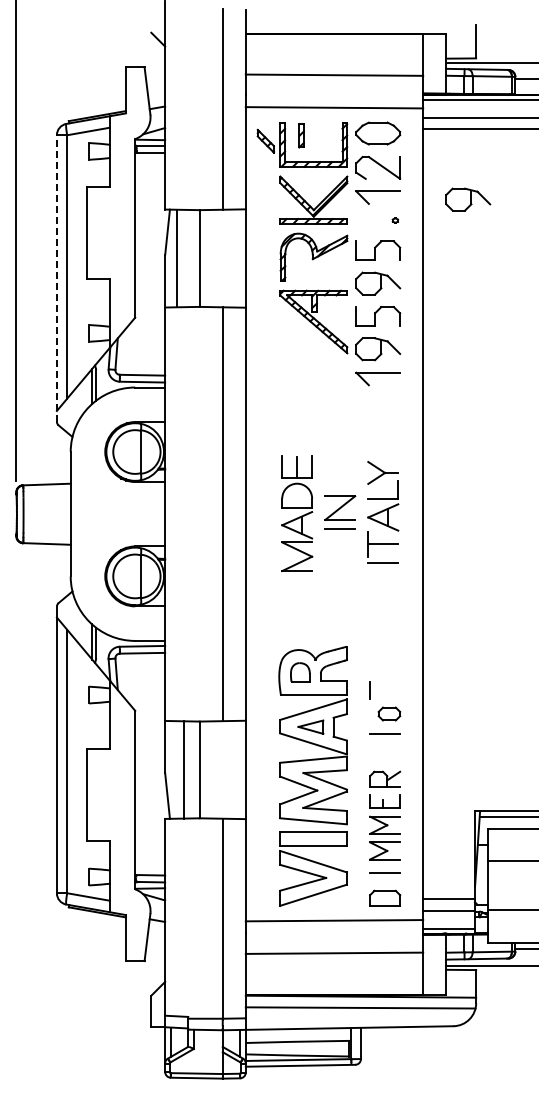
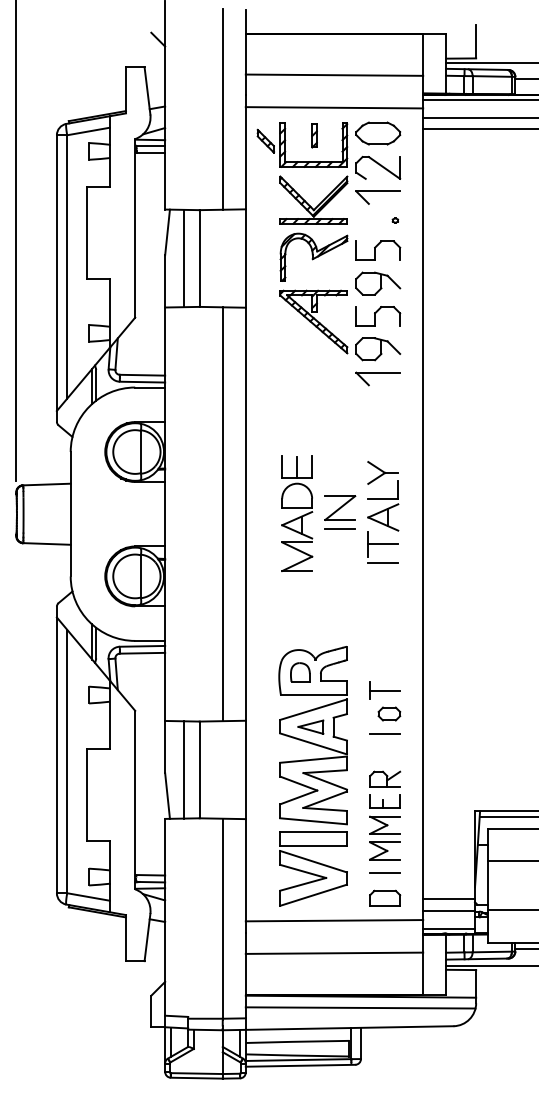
part at (301, 135) position: (301, 135) -> (314, 135)
part at (468, 199): present -> none
line at (176, 258) position: (176, 258) -> (183, 258)
line at (56, 278): dashed -> solid
line at (385, 690): none -> present
